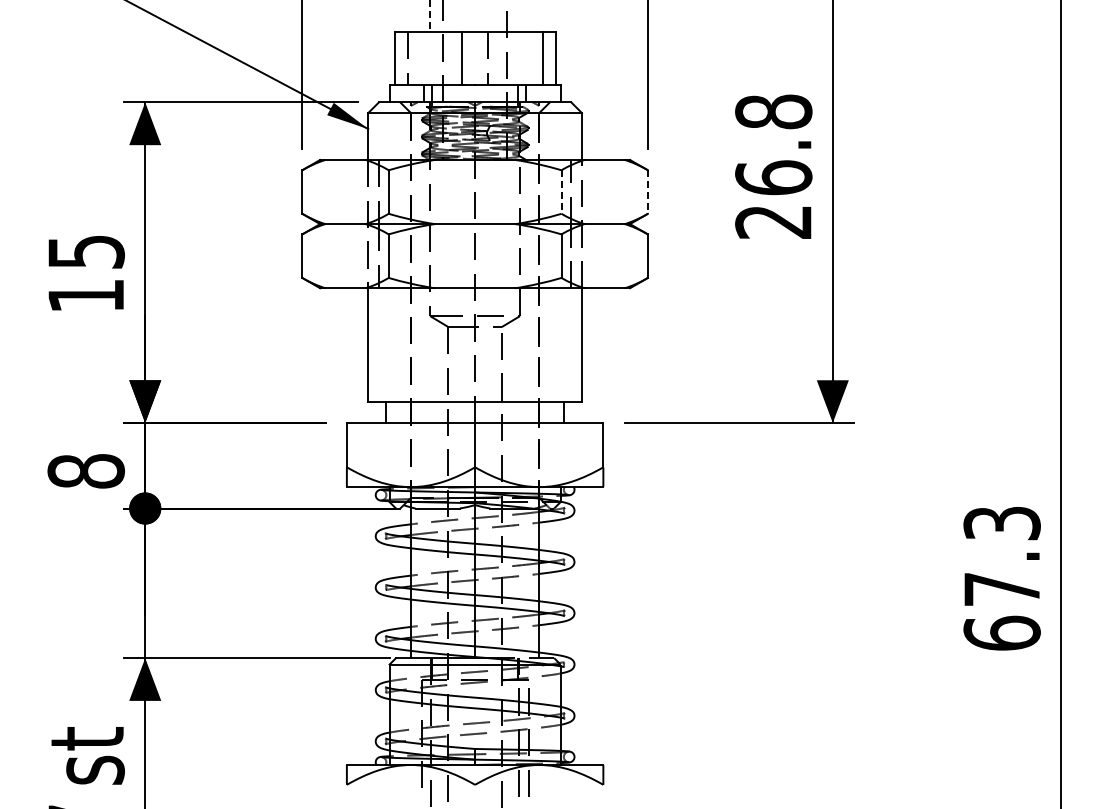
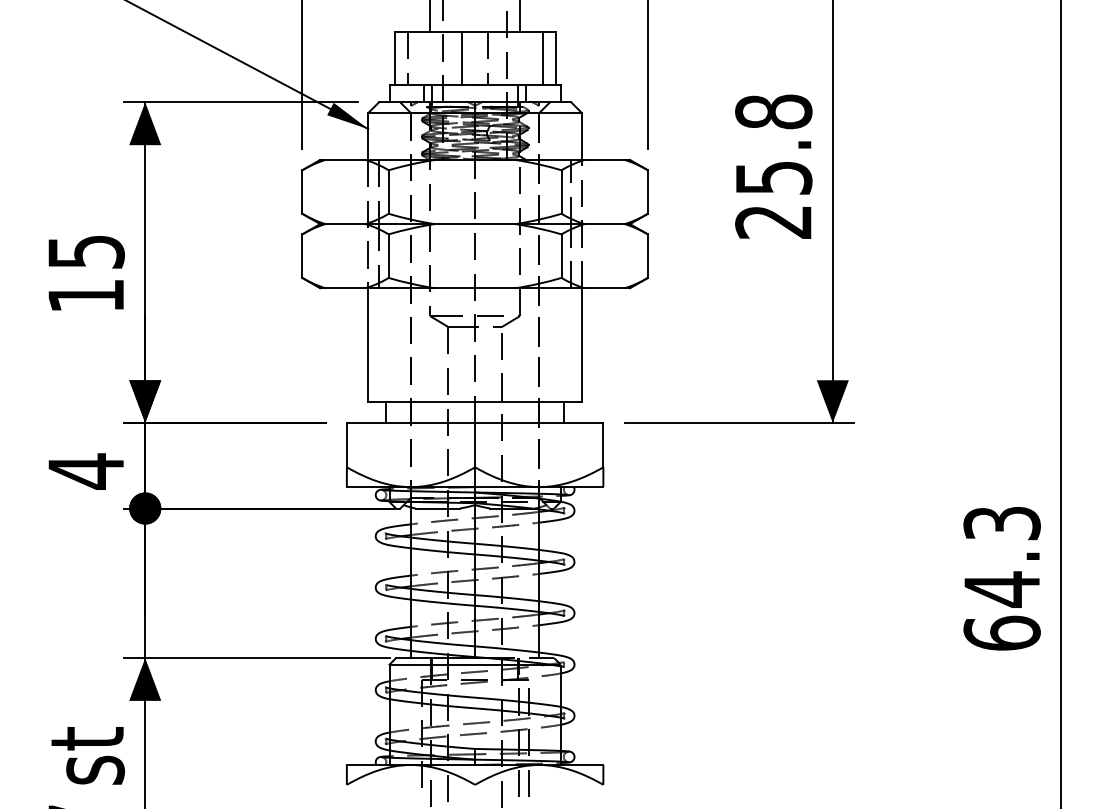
line at (430, 16): dashed -> solid
line at (520, 16): none -> present
text at (773, 177): 26.8 -> 25.8
line at (561, 192): dashed -> solid
line at (647, 192): dashed -> solid
text at (85, 471): 8 -> 4
text at (1001, 589): 67.3 -> 64.3
